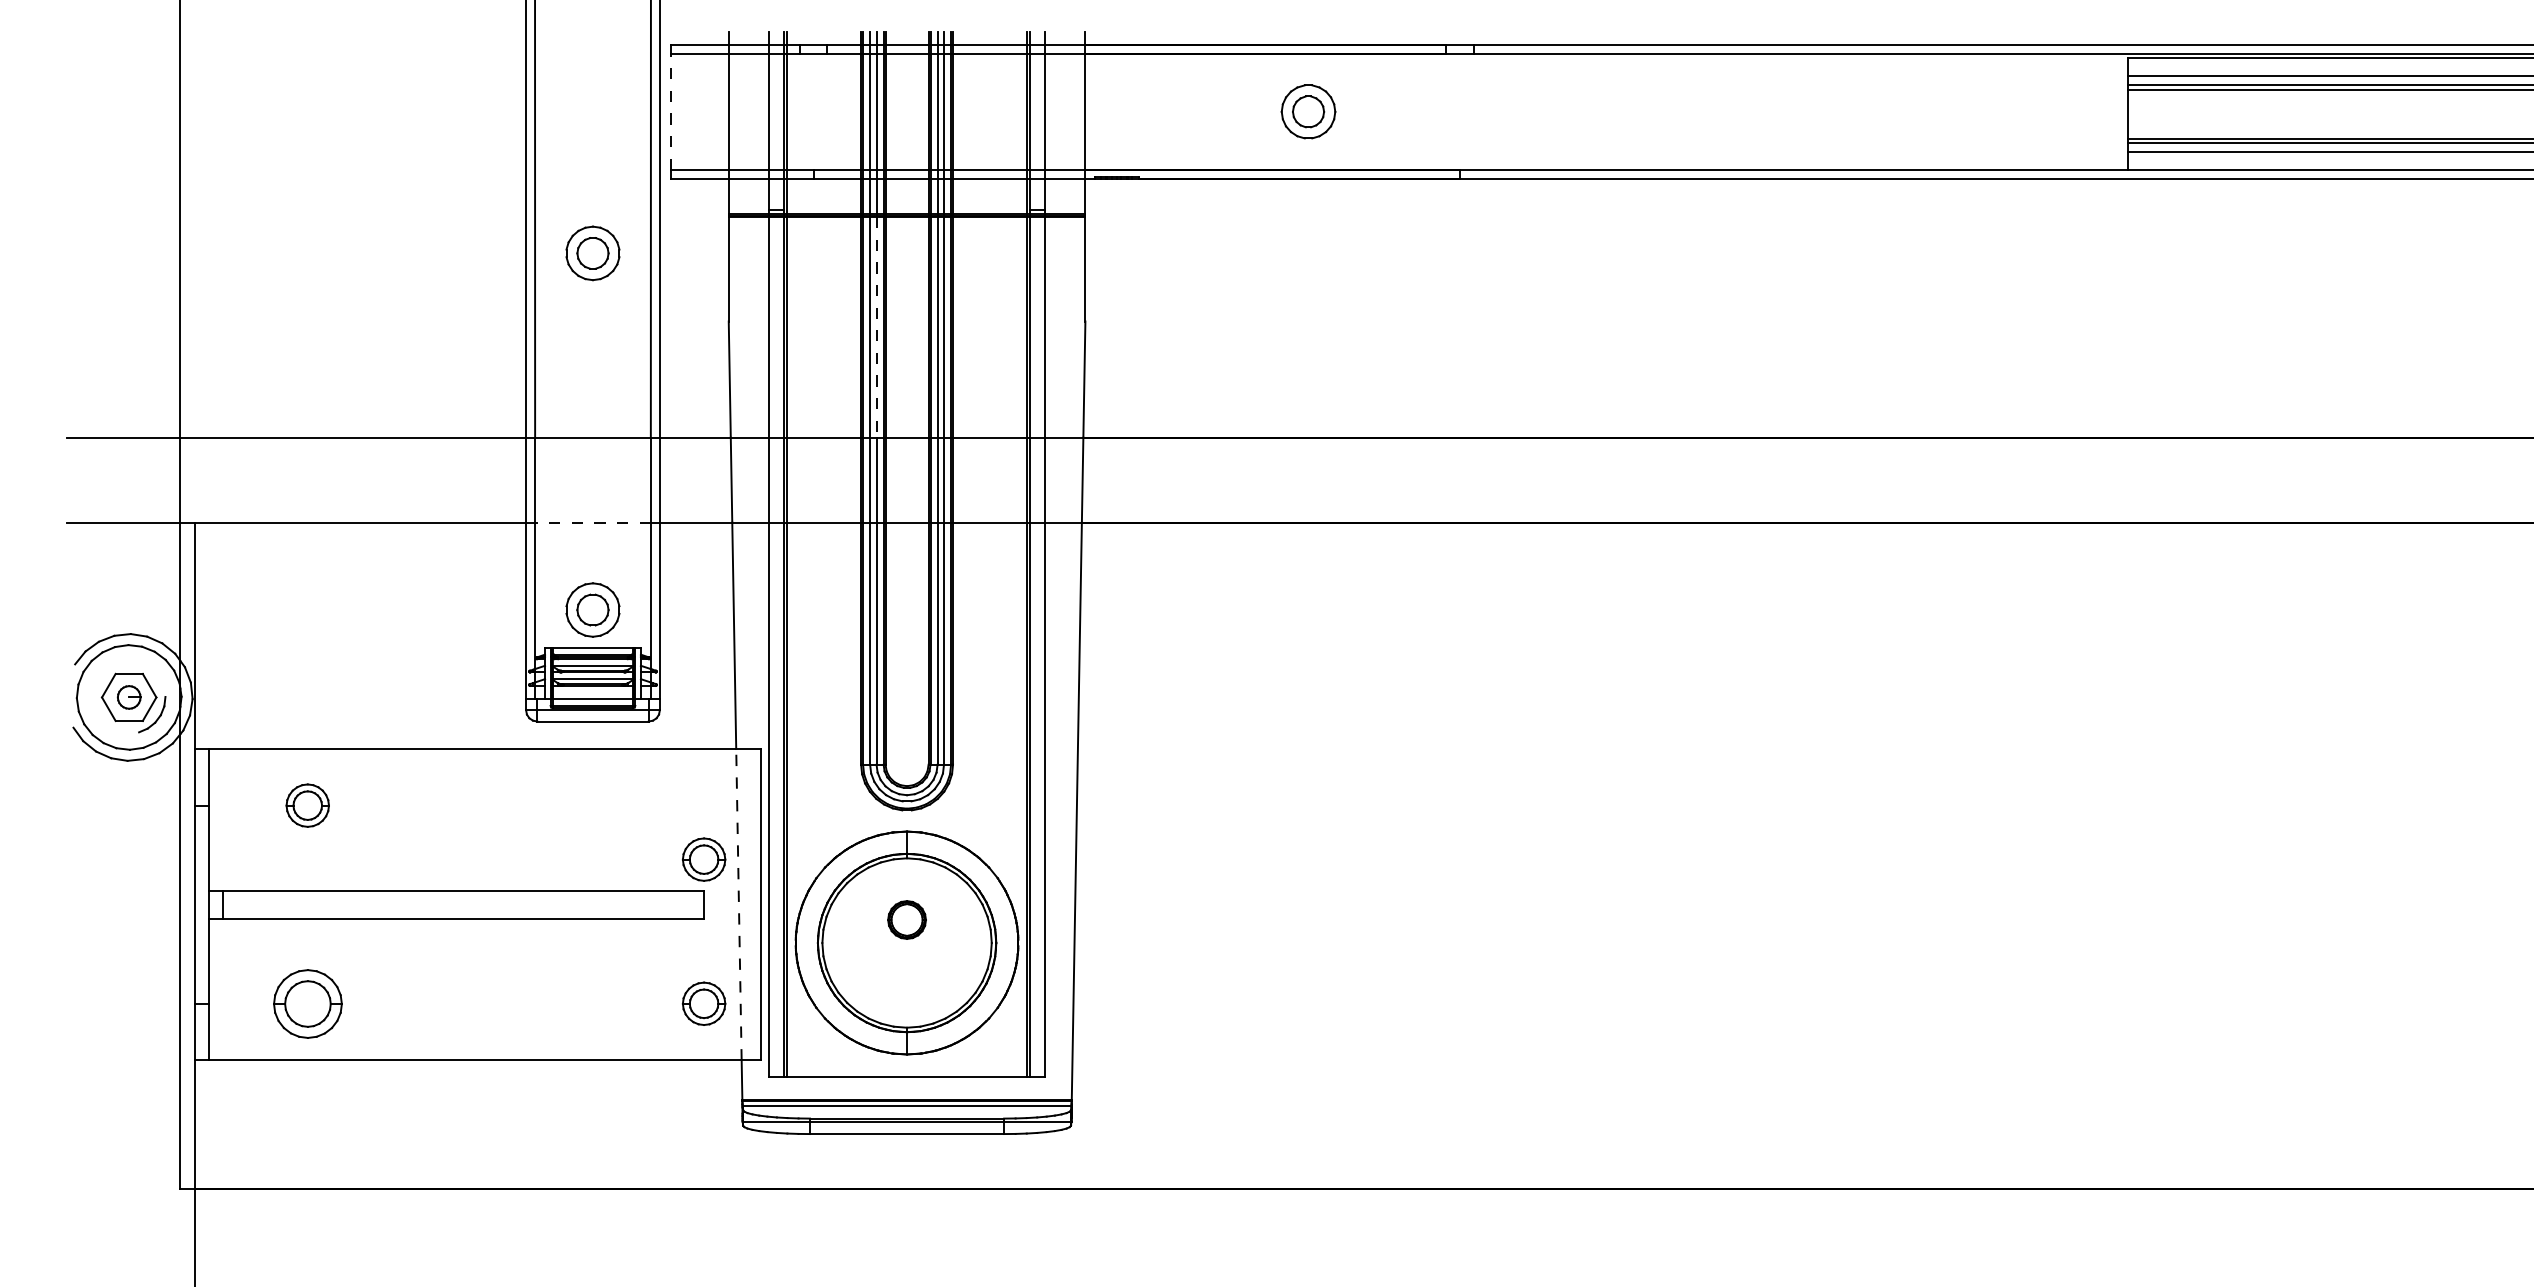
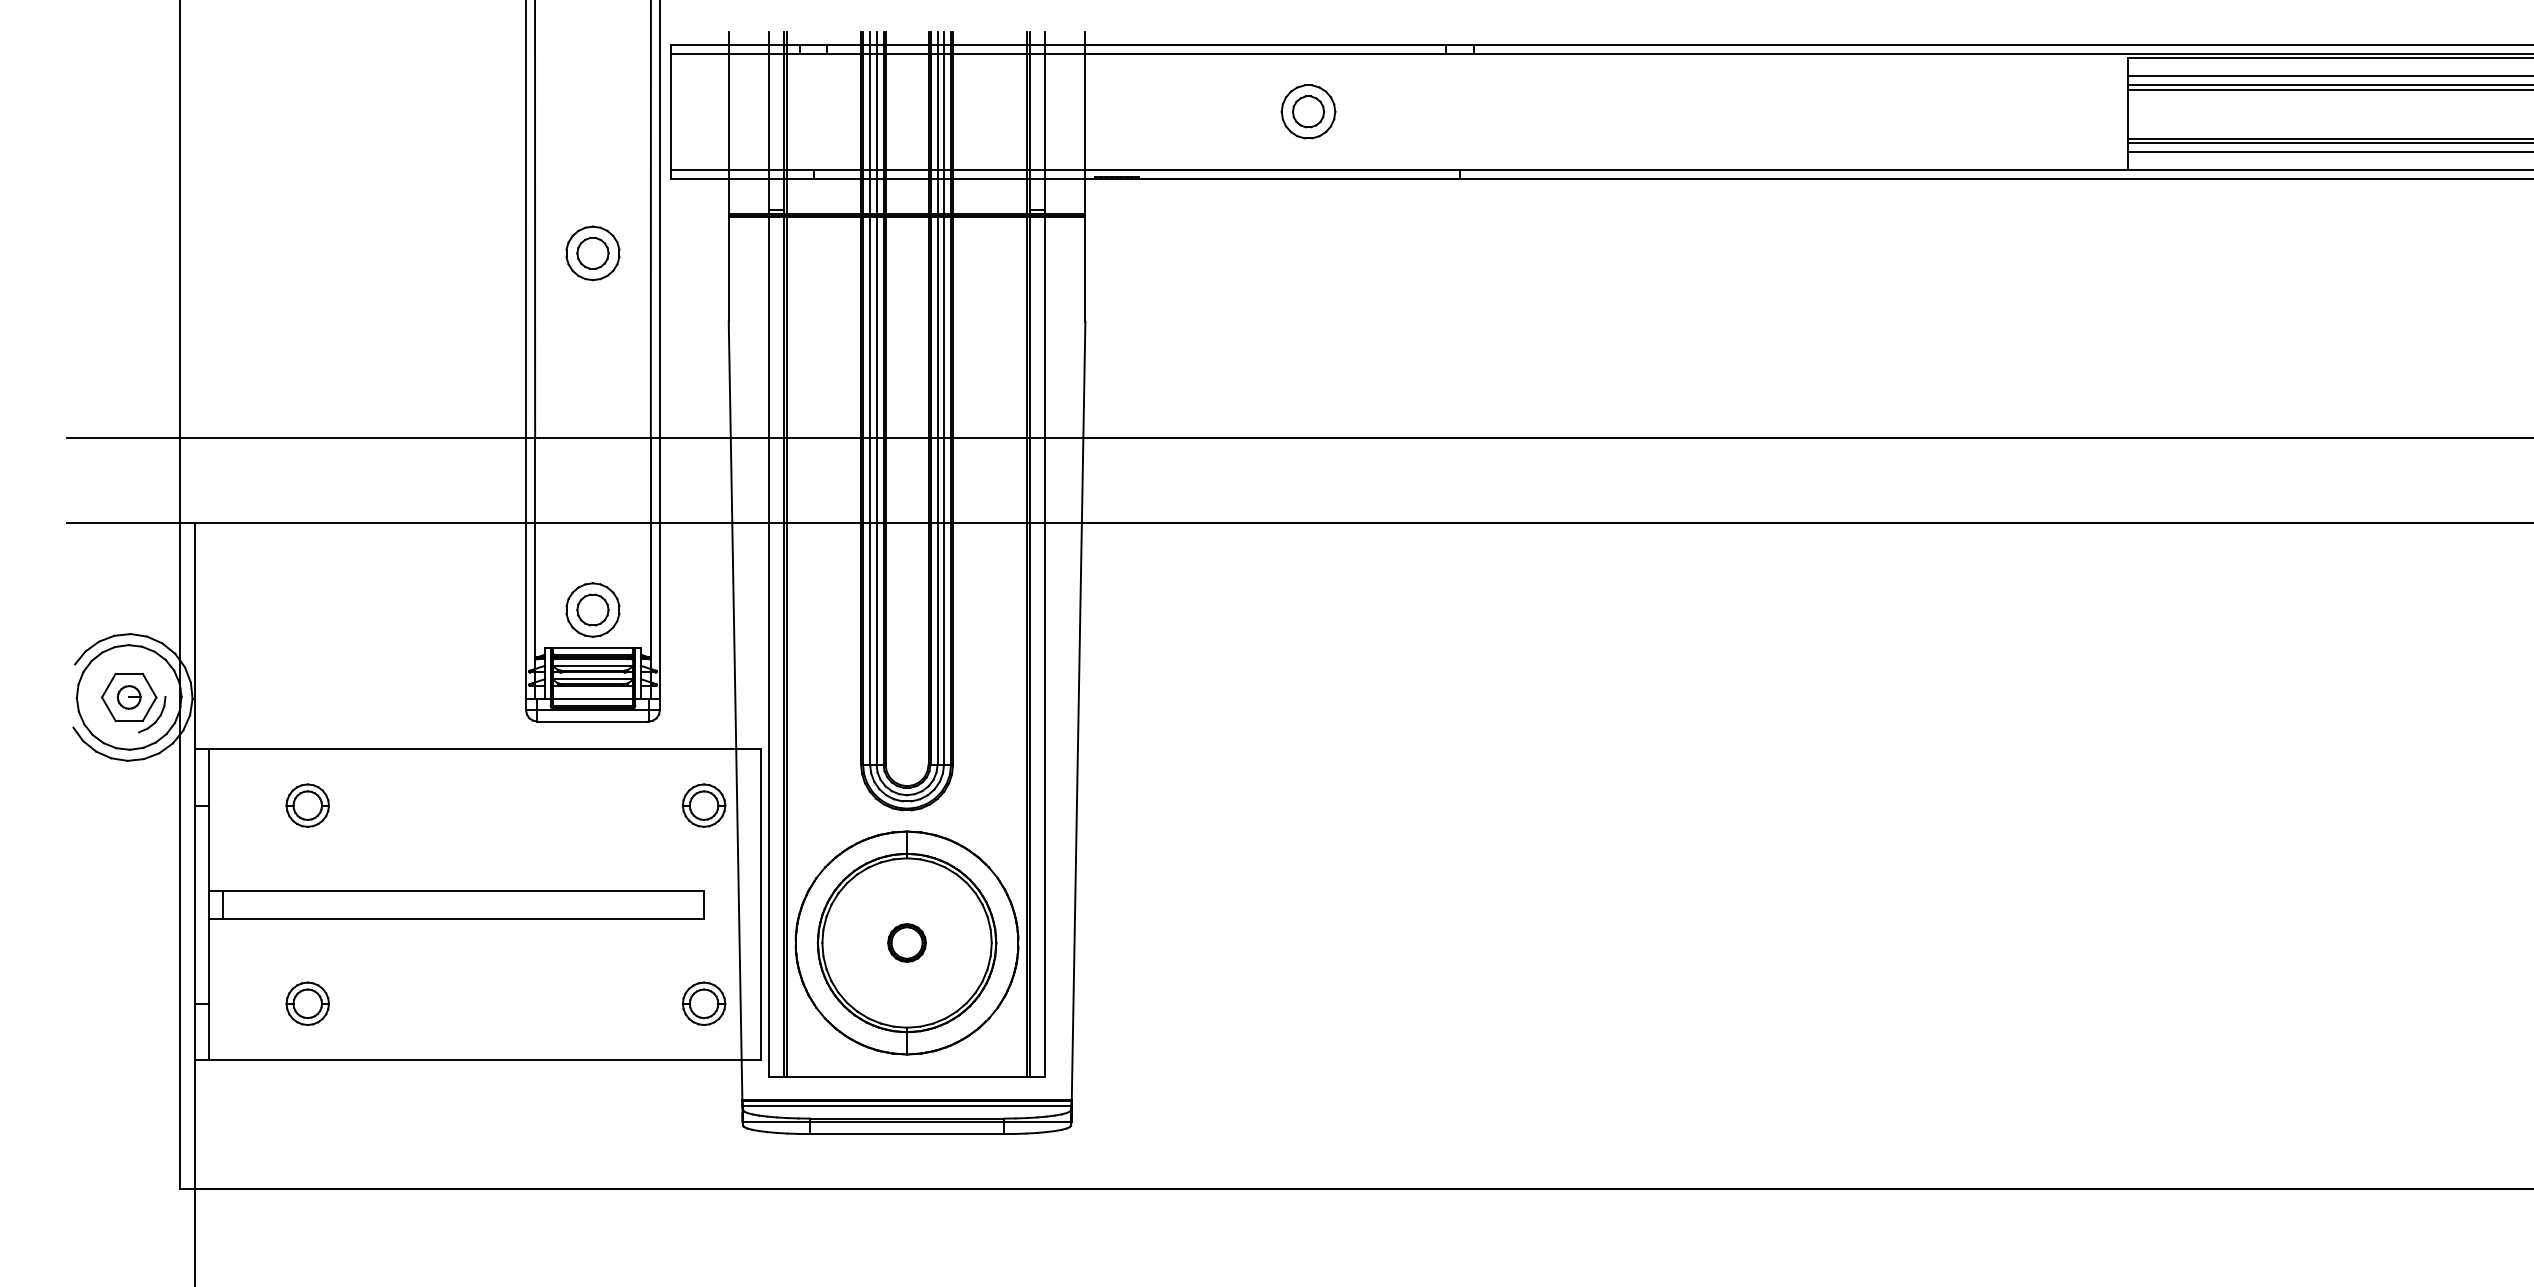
line at (671, 111): dashed -> solid
line at (876, 327): dashed -> solid
line at (592, 522): dashed -> solid
part at (704, 859) position: (704, 859) -> (704, 805)
line at (738, 904): dashed -> solid
part at (906, 919) position: (906, 919) -> (906, 942)
part at (307, 1003) size: 70x70 px -> 45x45 px
